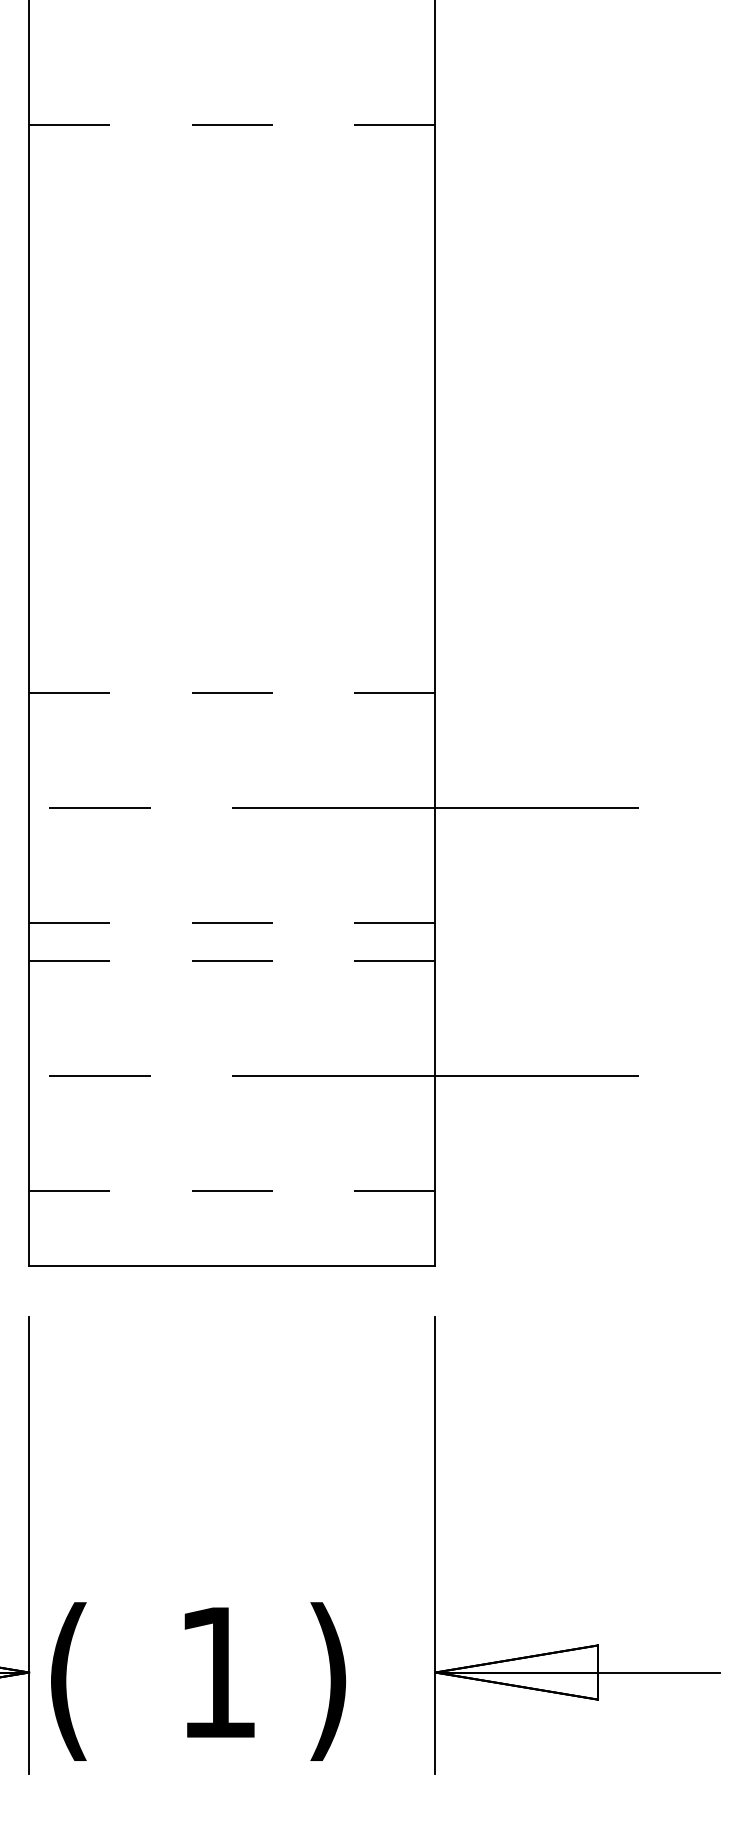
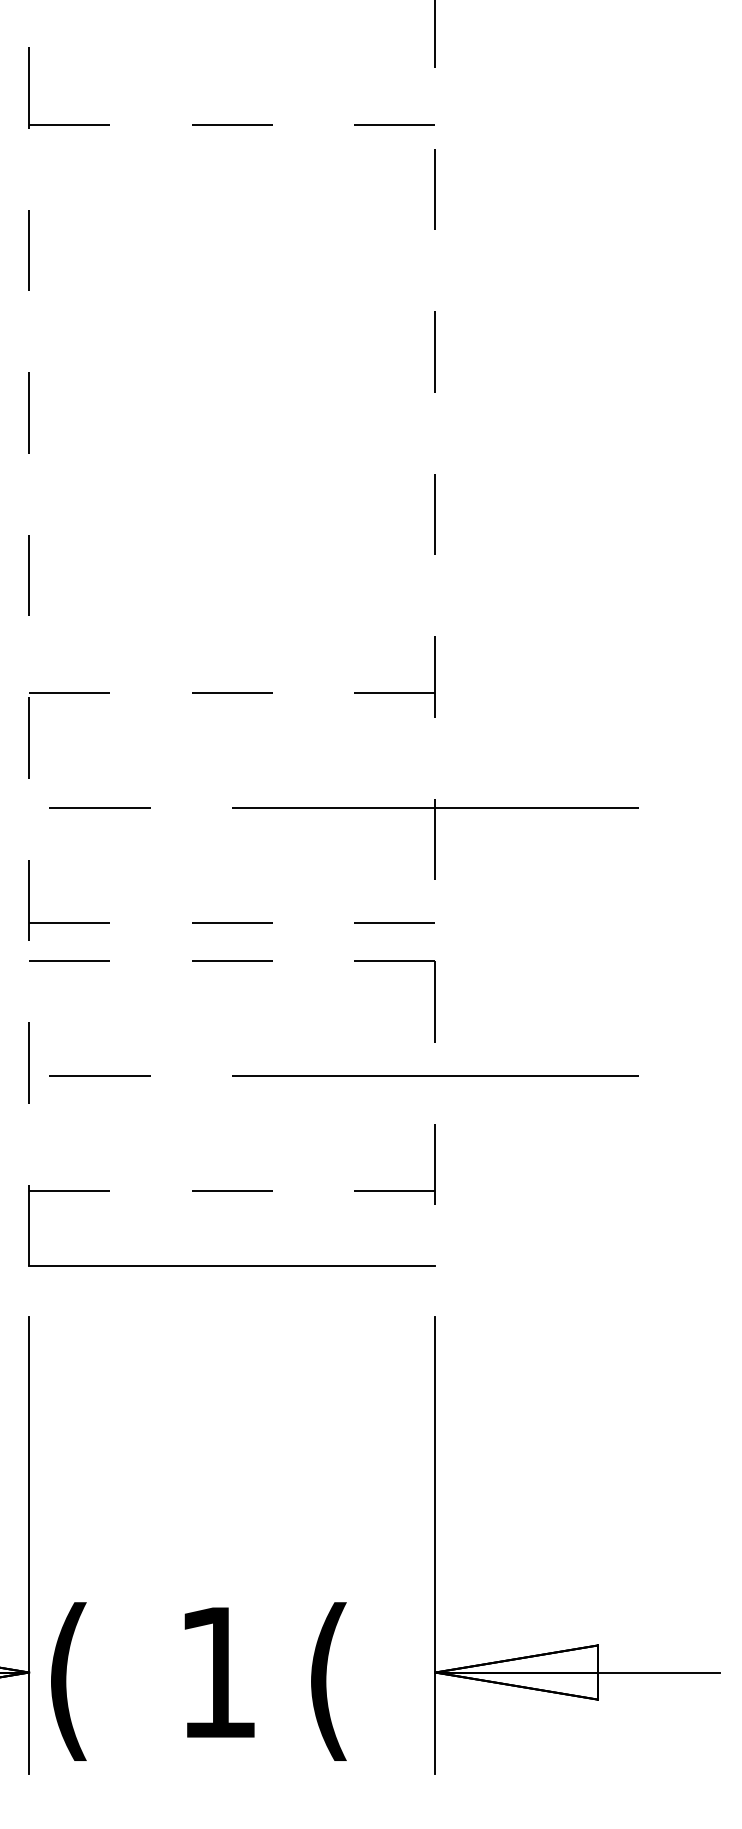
line at (29, 633): solid -> dashed
line at (435, 633): solid -> dashed
text at (328, 1681): ) -> (
